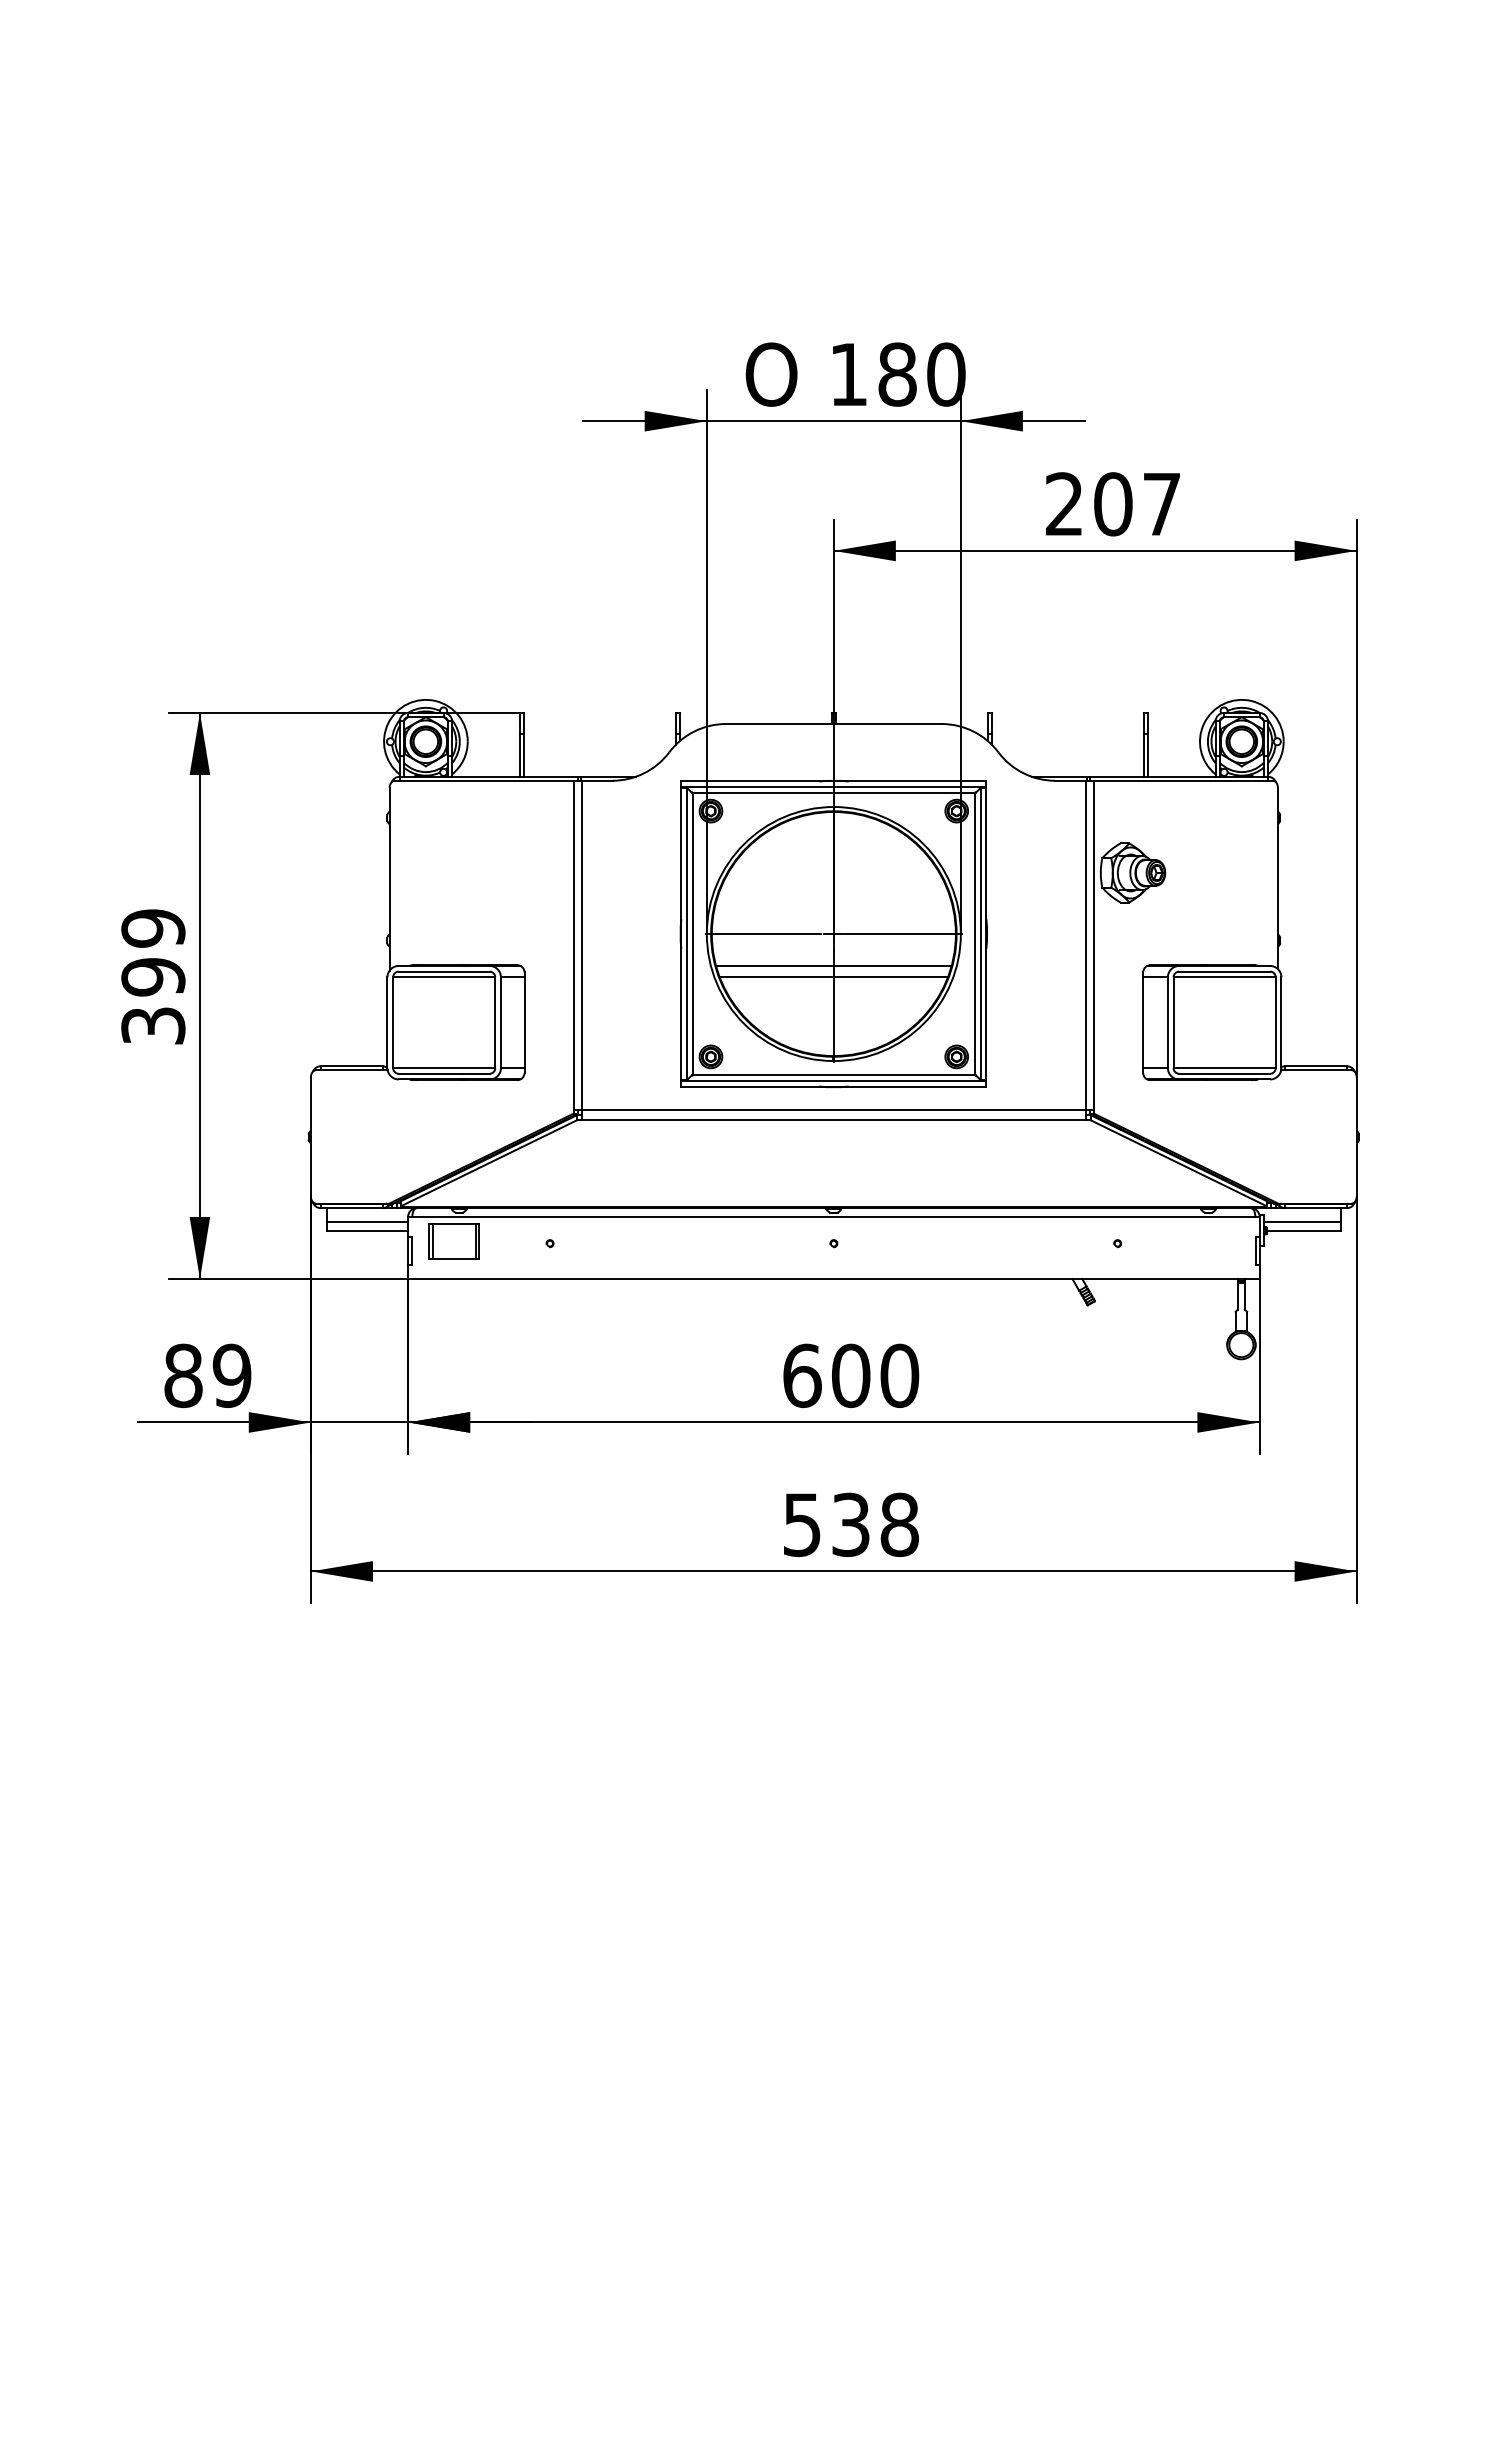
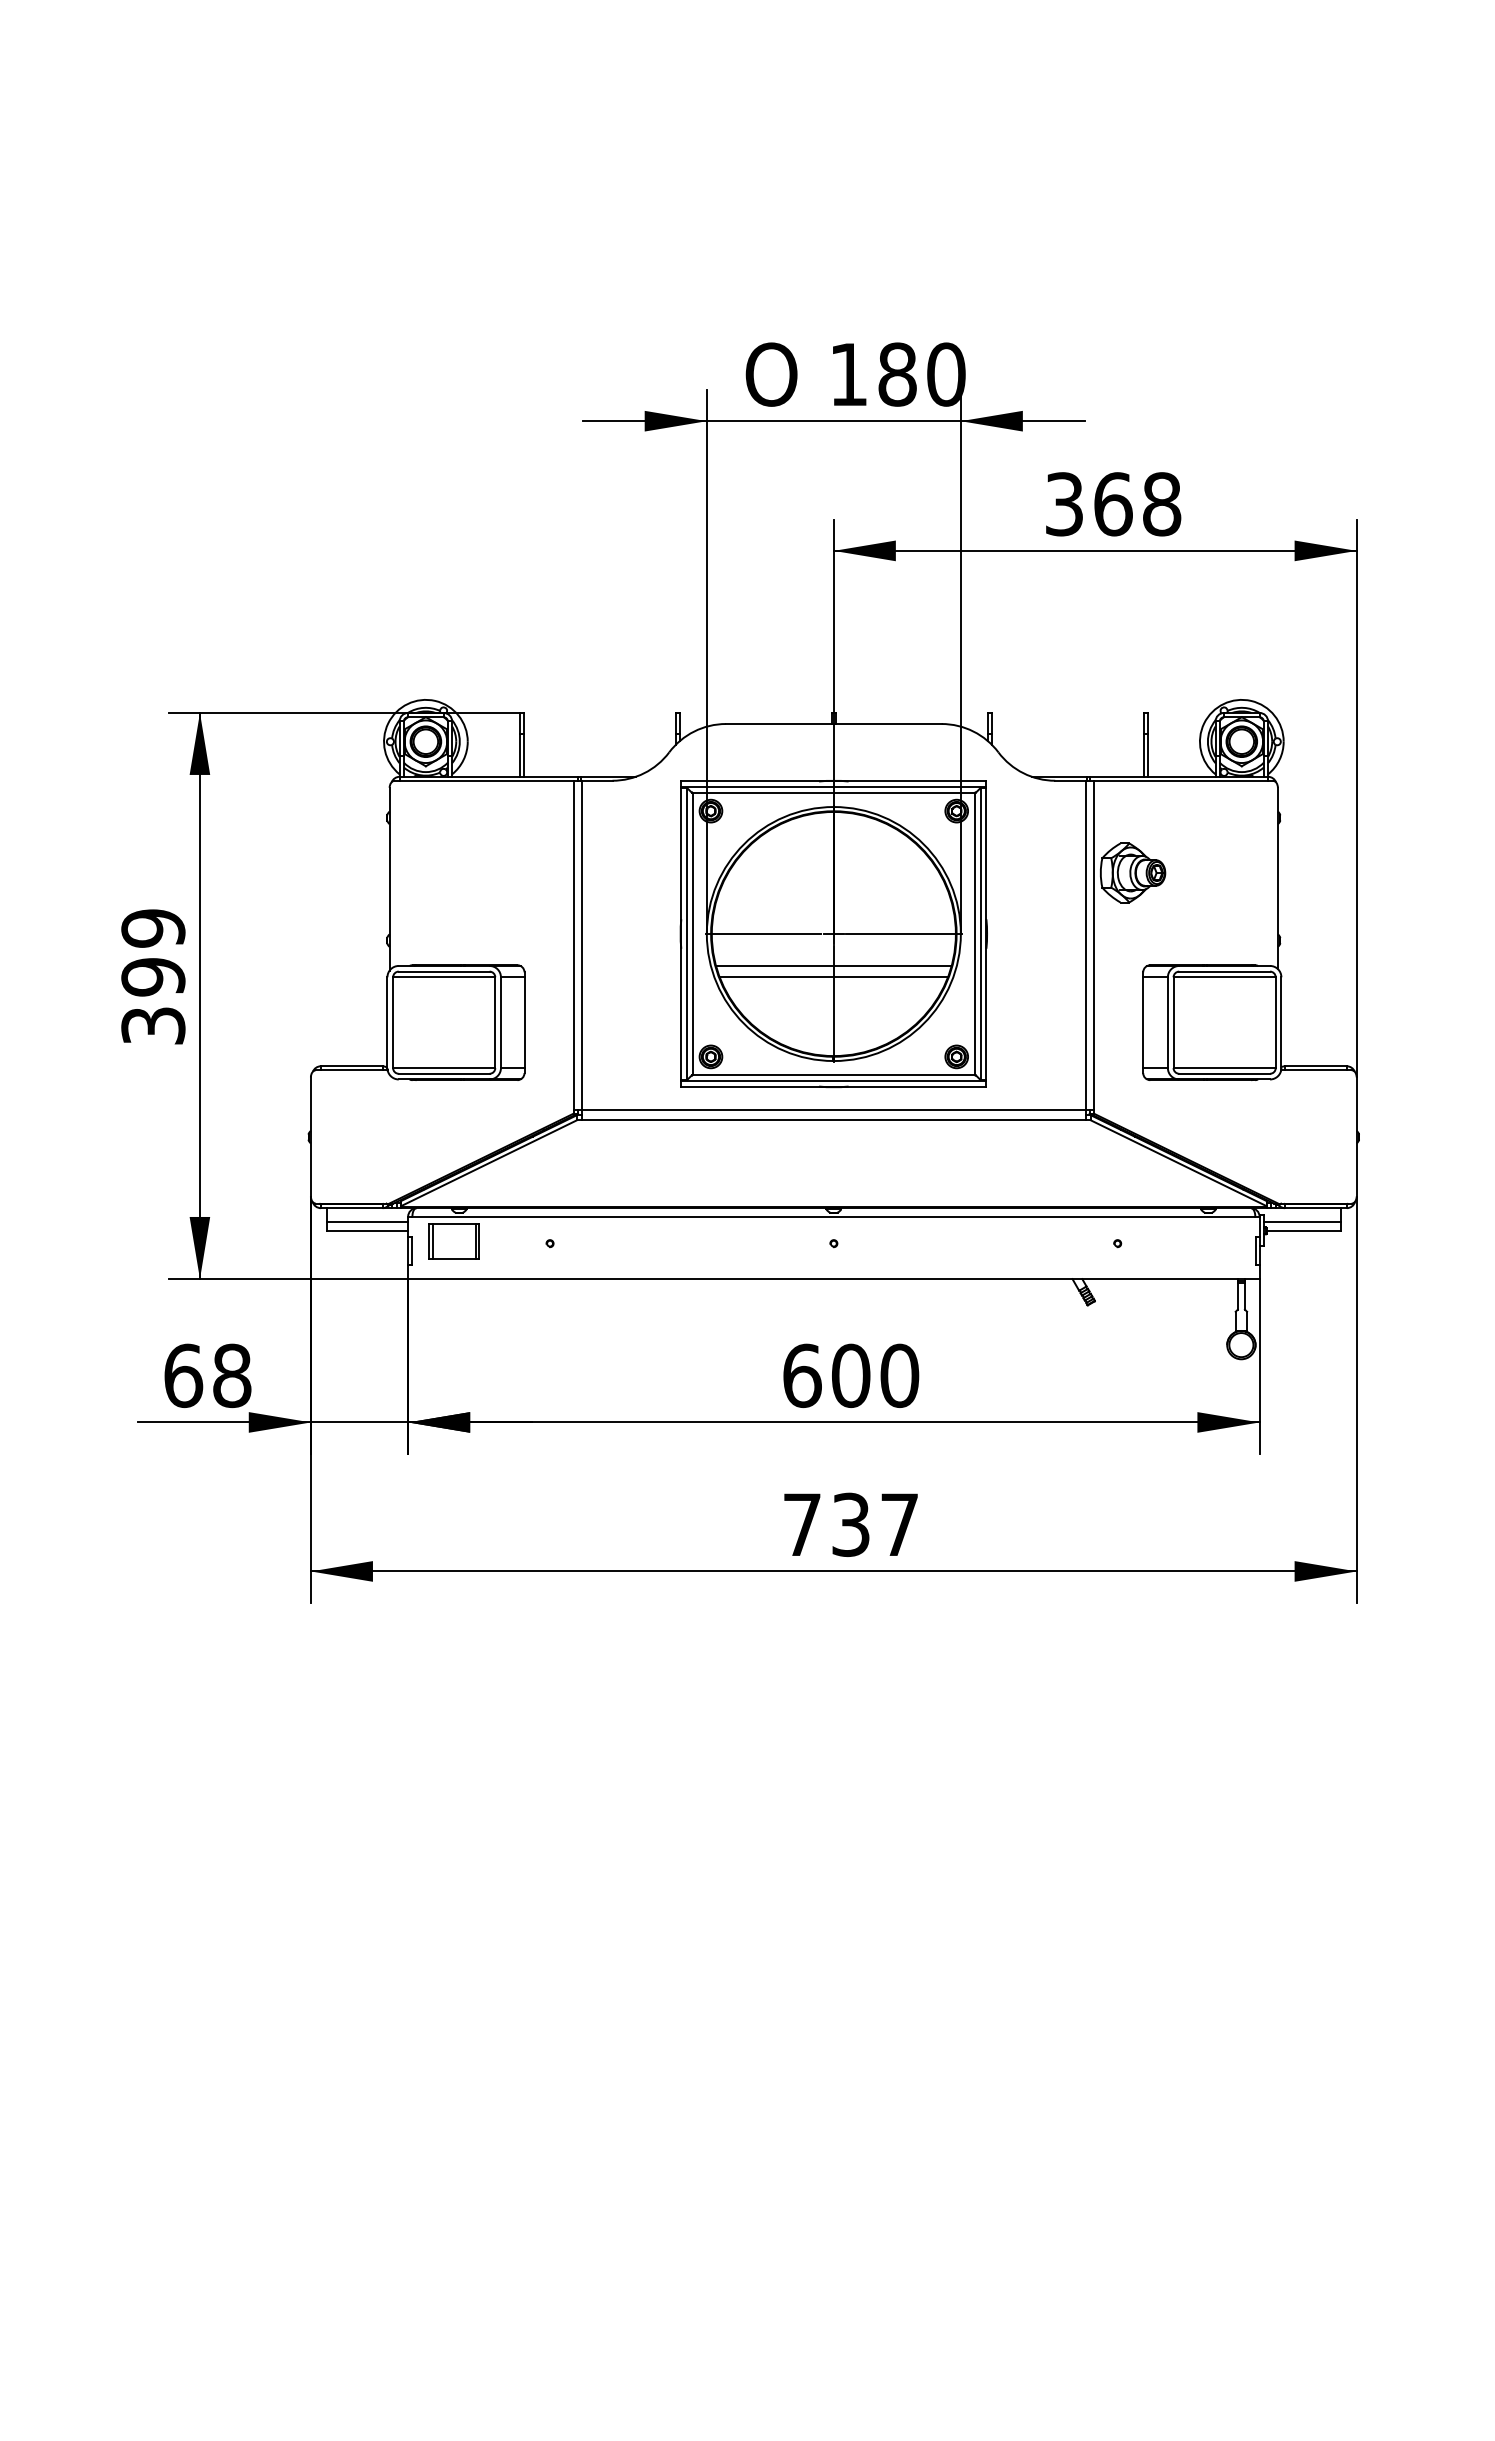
text at (1113, 504): 207 -> 368
text at (207, 1375): 89 -> 68
text at (851, 1524): 538 -> 737
